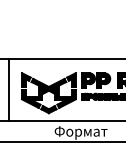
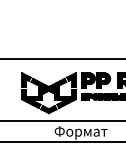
line at (8, 90): present -> none
